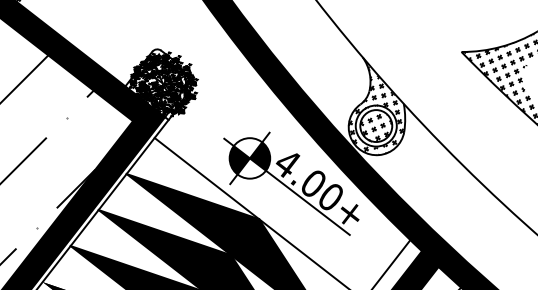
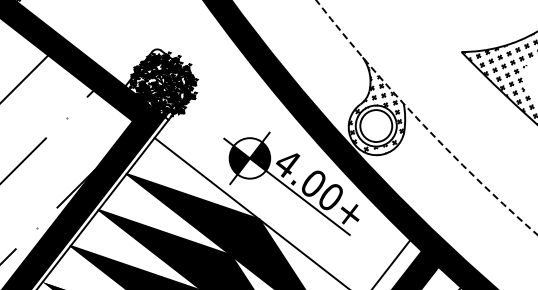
arc at (421, 123): solid -> dashed
hatch at (376, 128): present -> none
